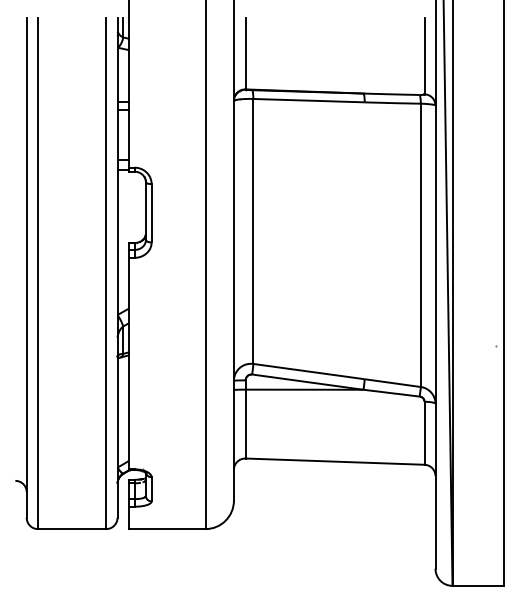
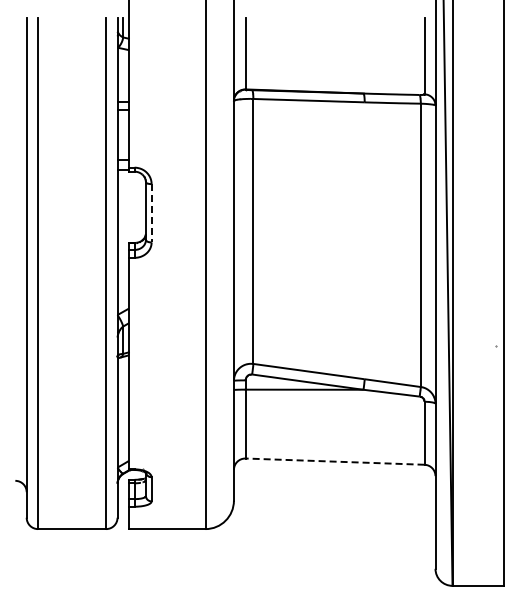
line at (151, 213): solid -> dashed
line at (334, 461): solid -> dashed
